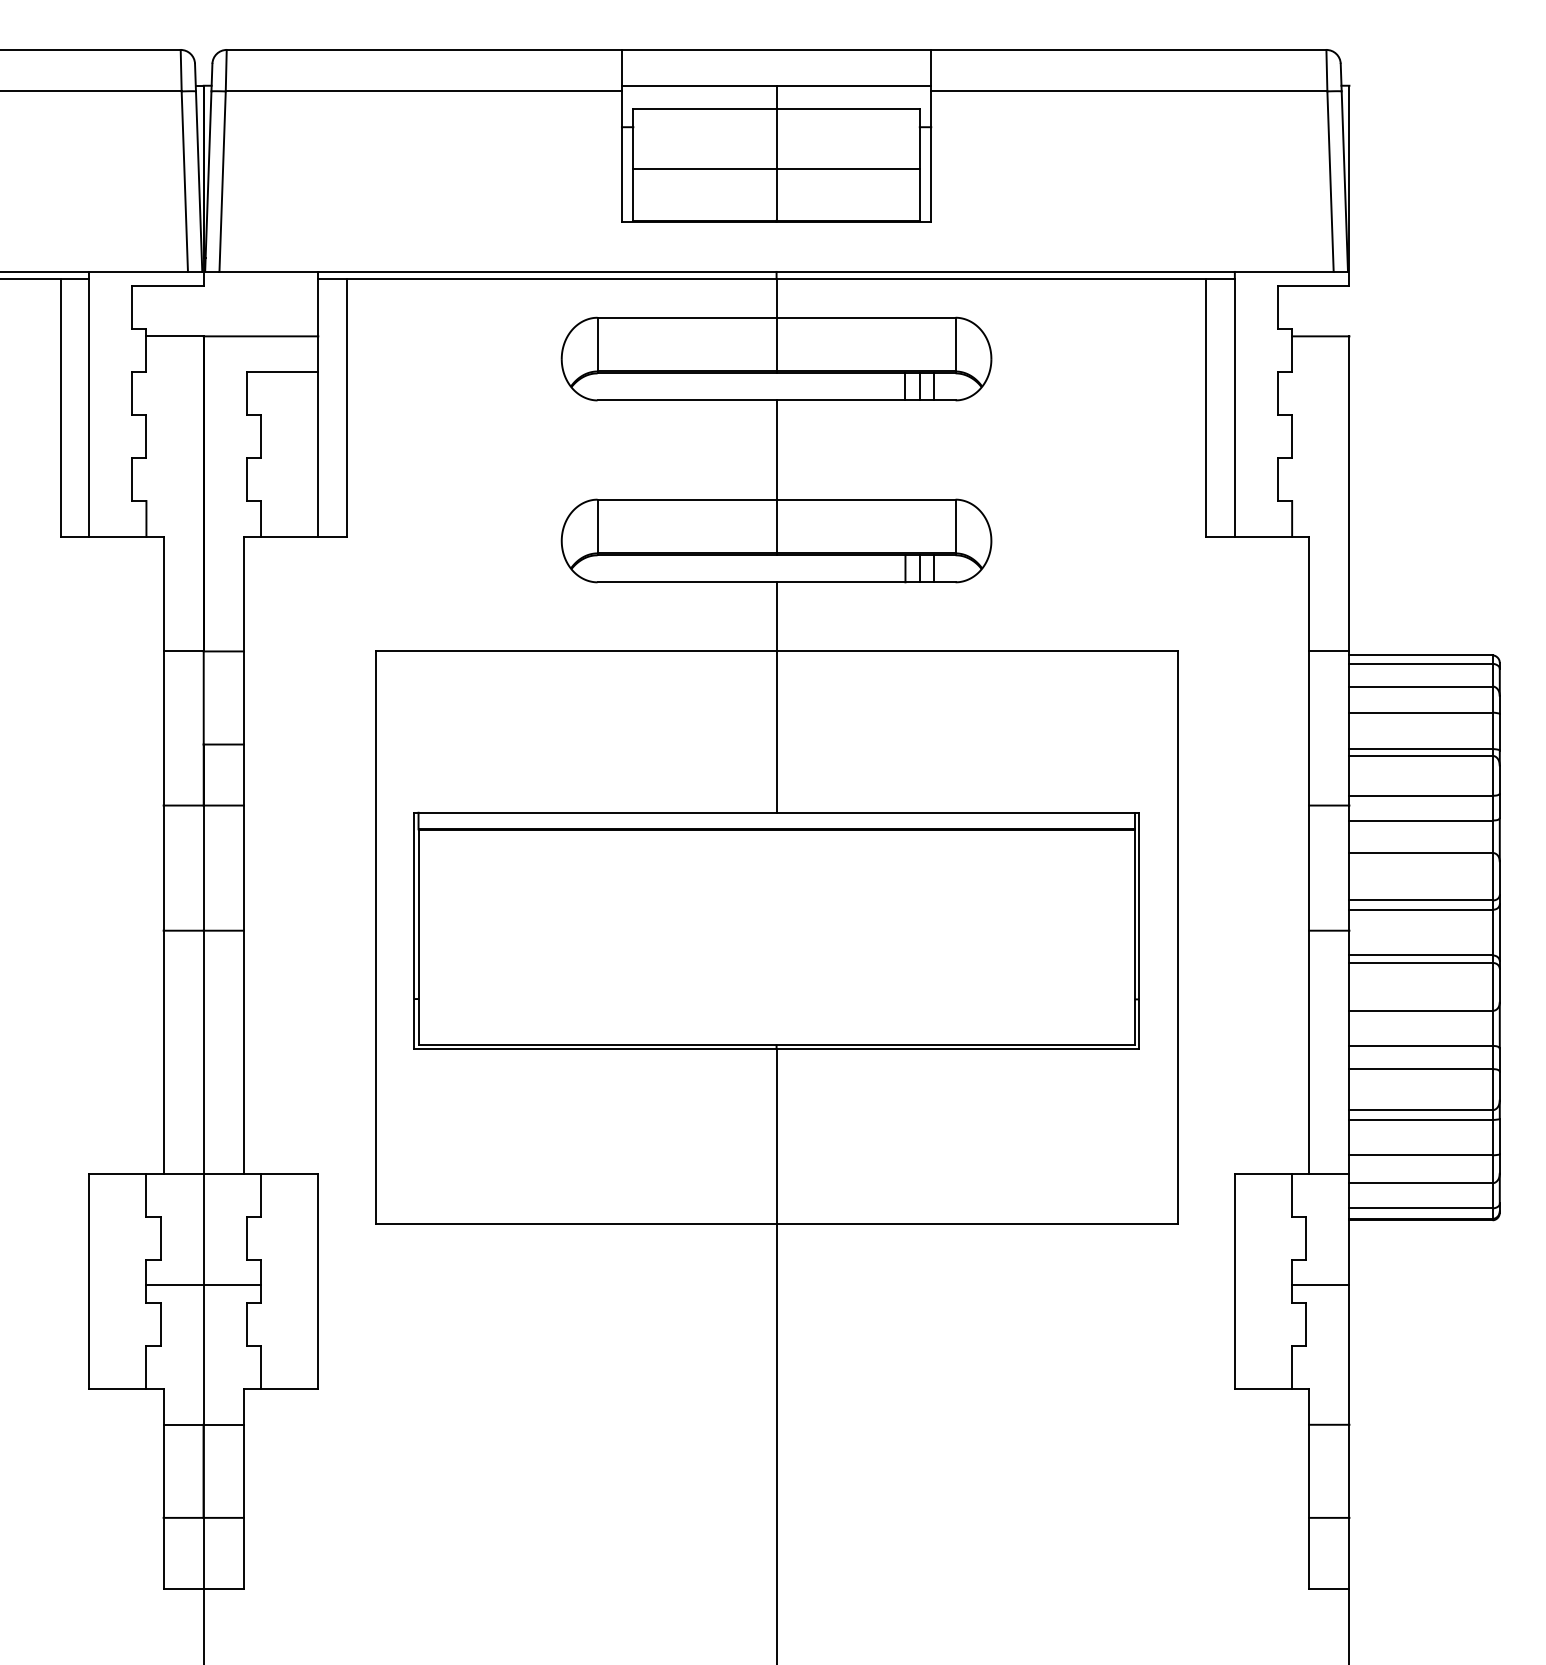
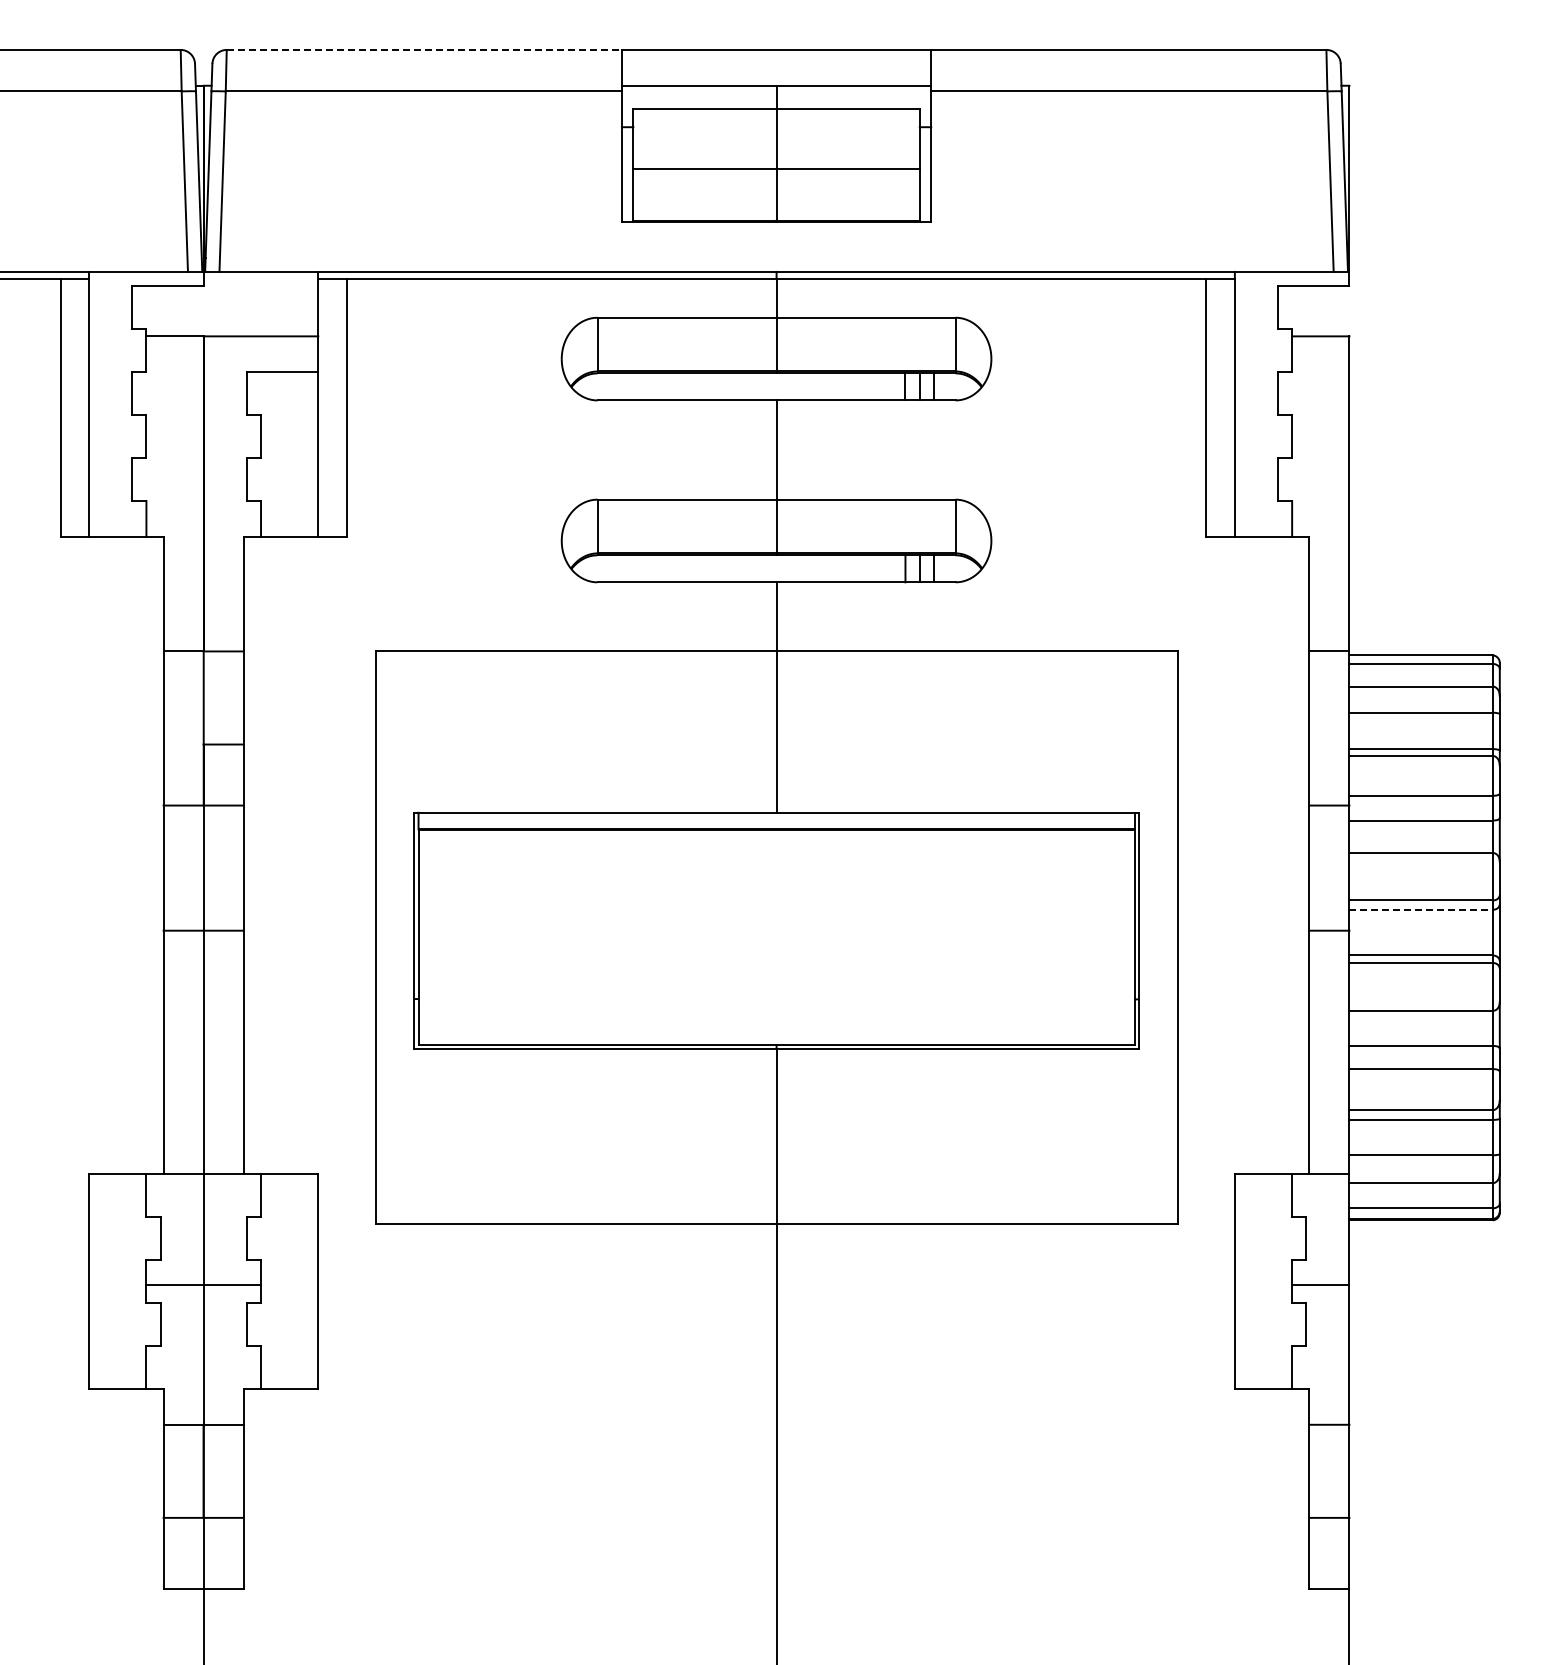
line at (424, 49): solid -> dashed
line at (1421, 909): solid -> dashed
